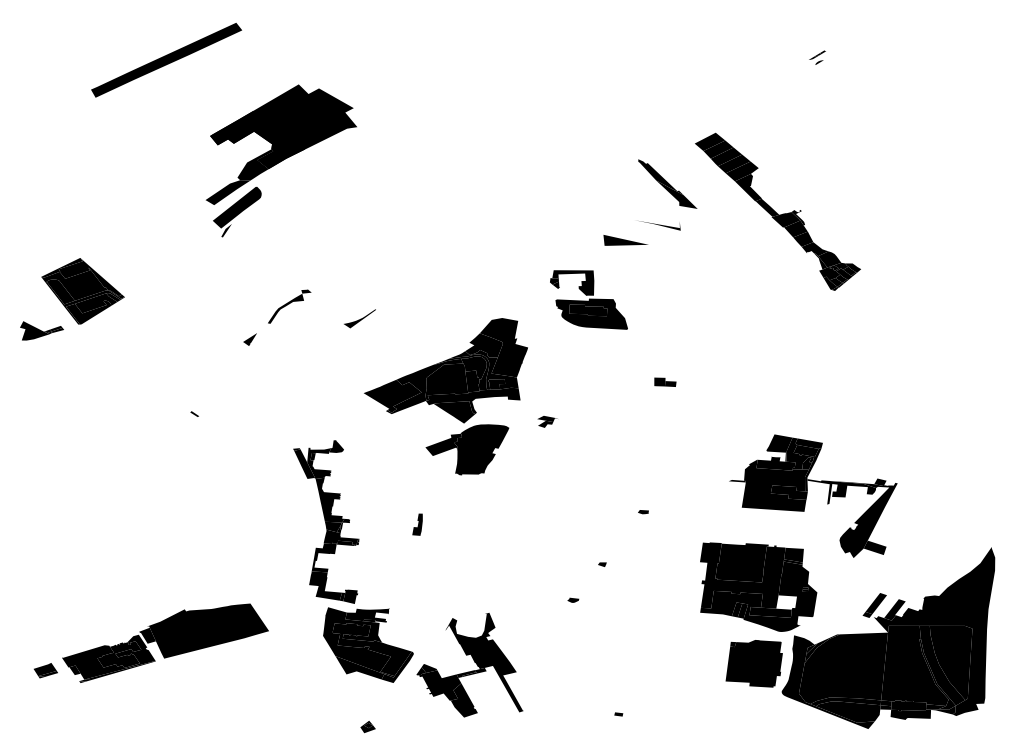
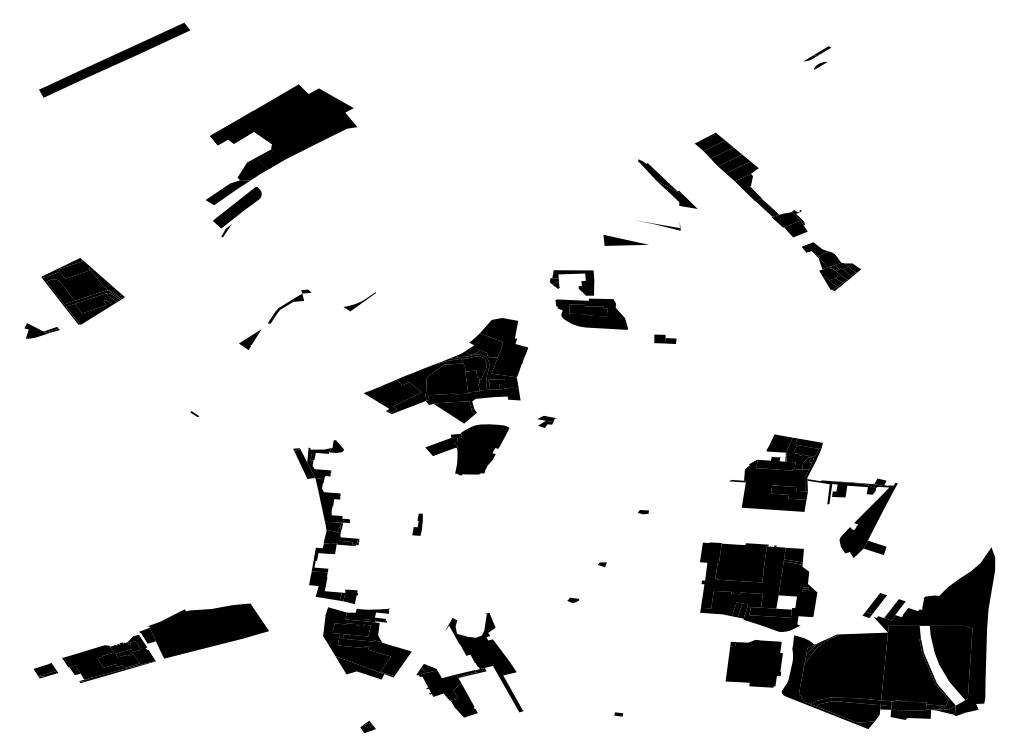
part at (817, 57) size: 17x15 px -> 29x24 px
part at (166, 60) position: (166, 60) -> (114, 60)
fill at (803, 238): present -> none
part at (359, 318) position: (359, 318) -> (359, 301)
part at (41, 330) size: 44x20 px -> 36x16 px
part at (249, 339) size: 14x13 px -> 23x21 px
part at (665, 381) position: (665, 381) -> (665, 338)
fill at (942, 665): present -> none
fill at (397, 667): present -> none
